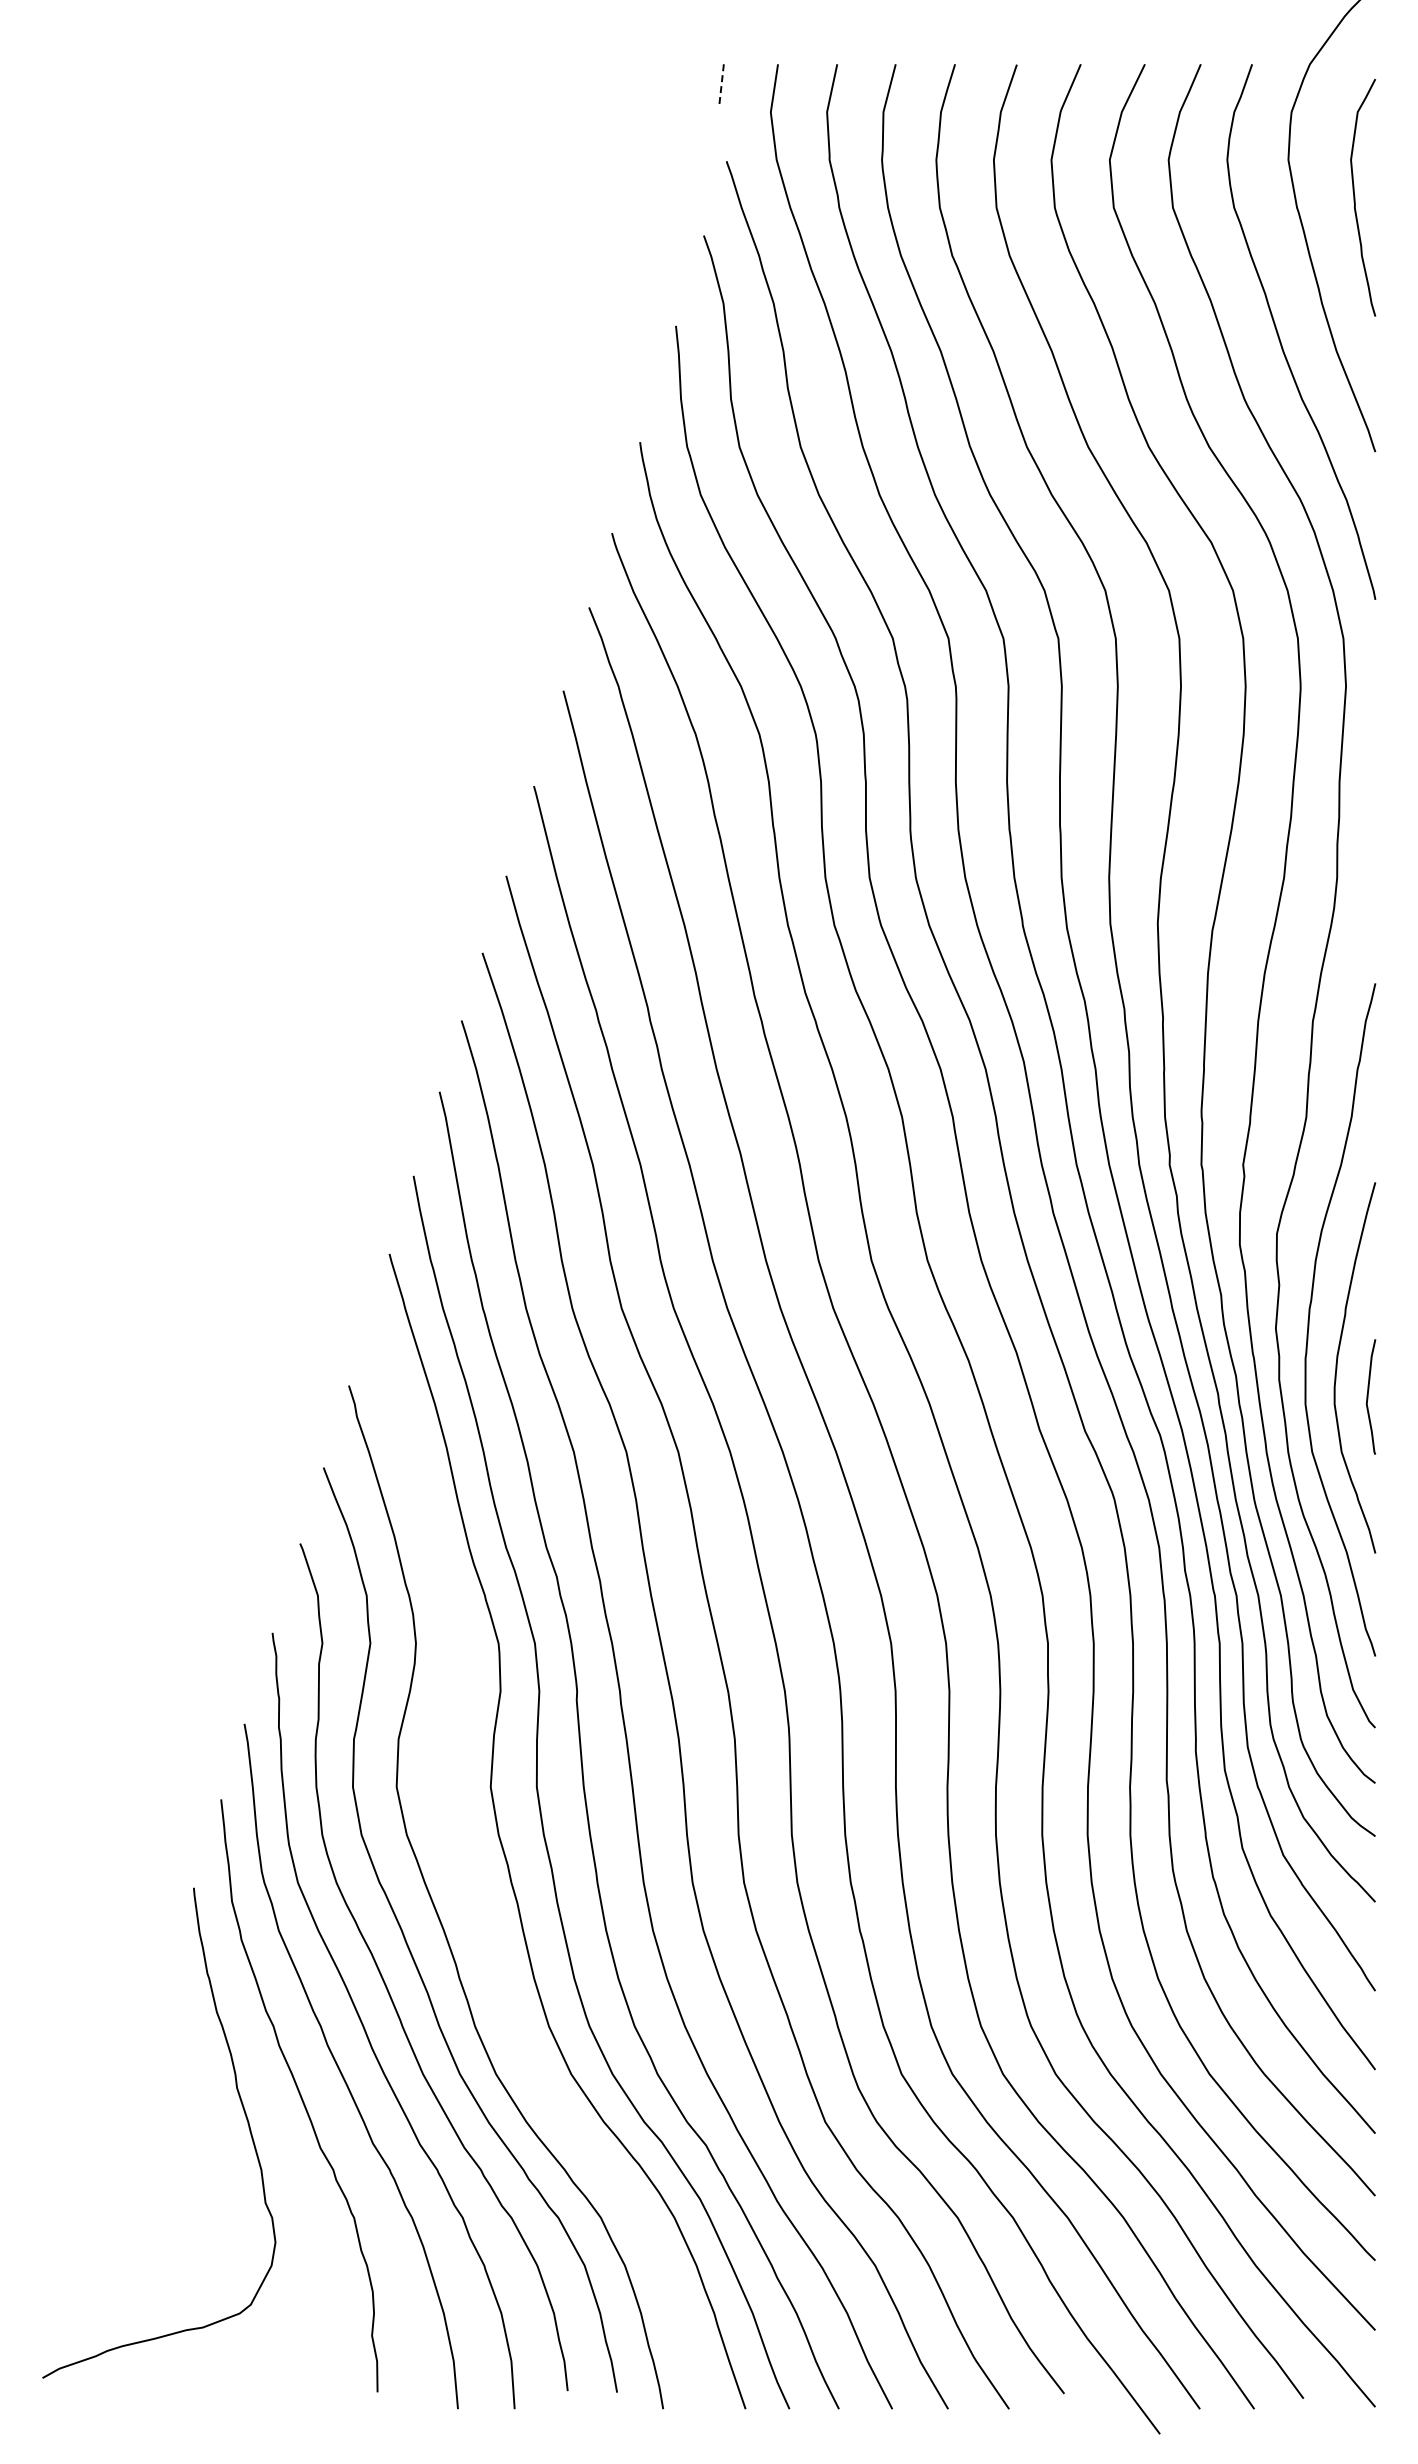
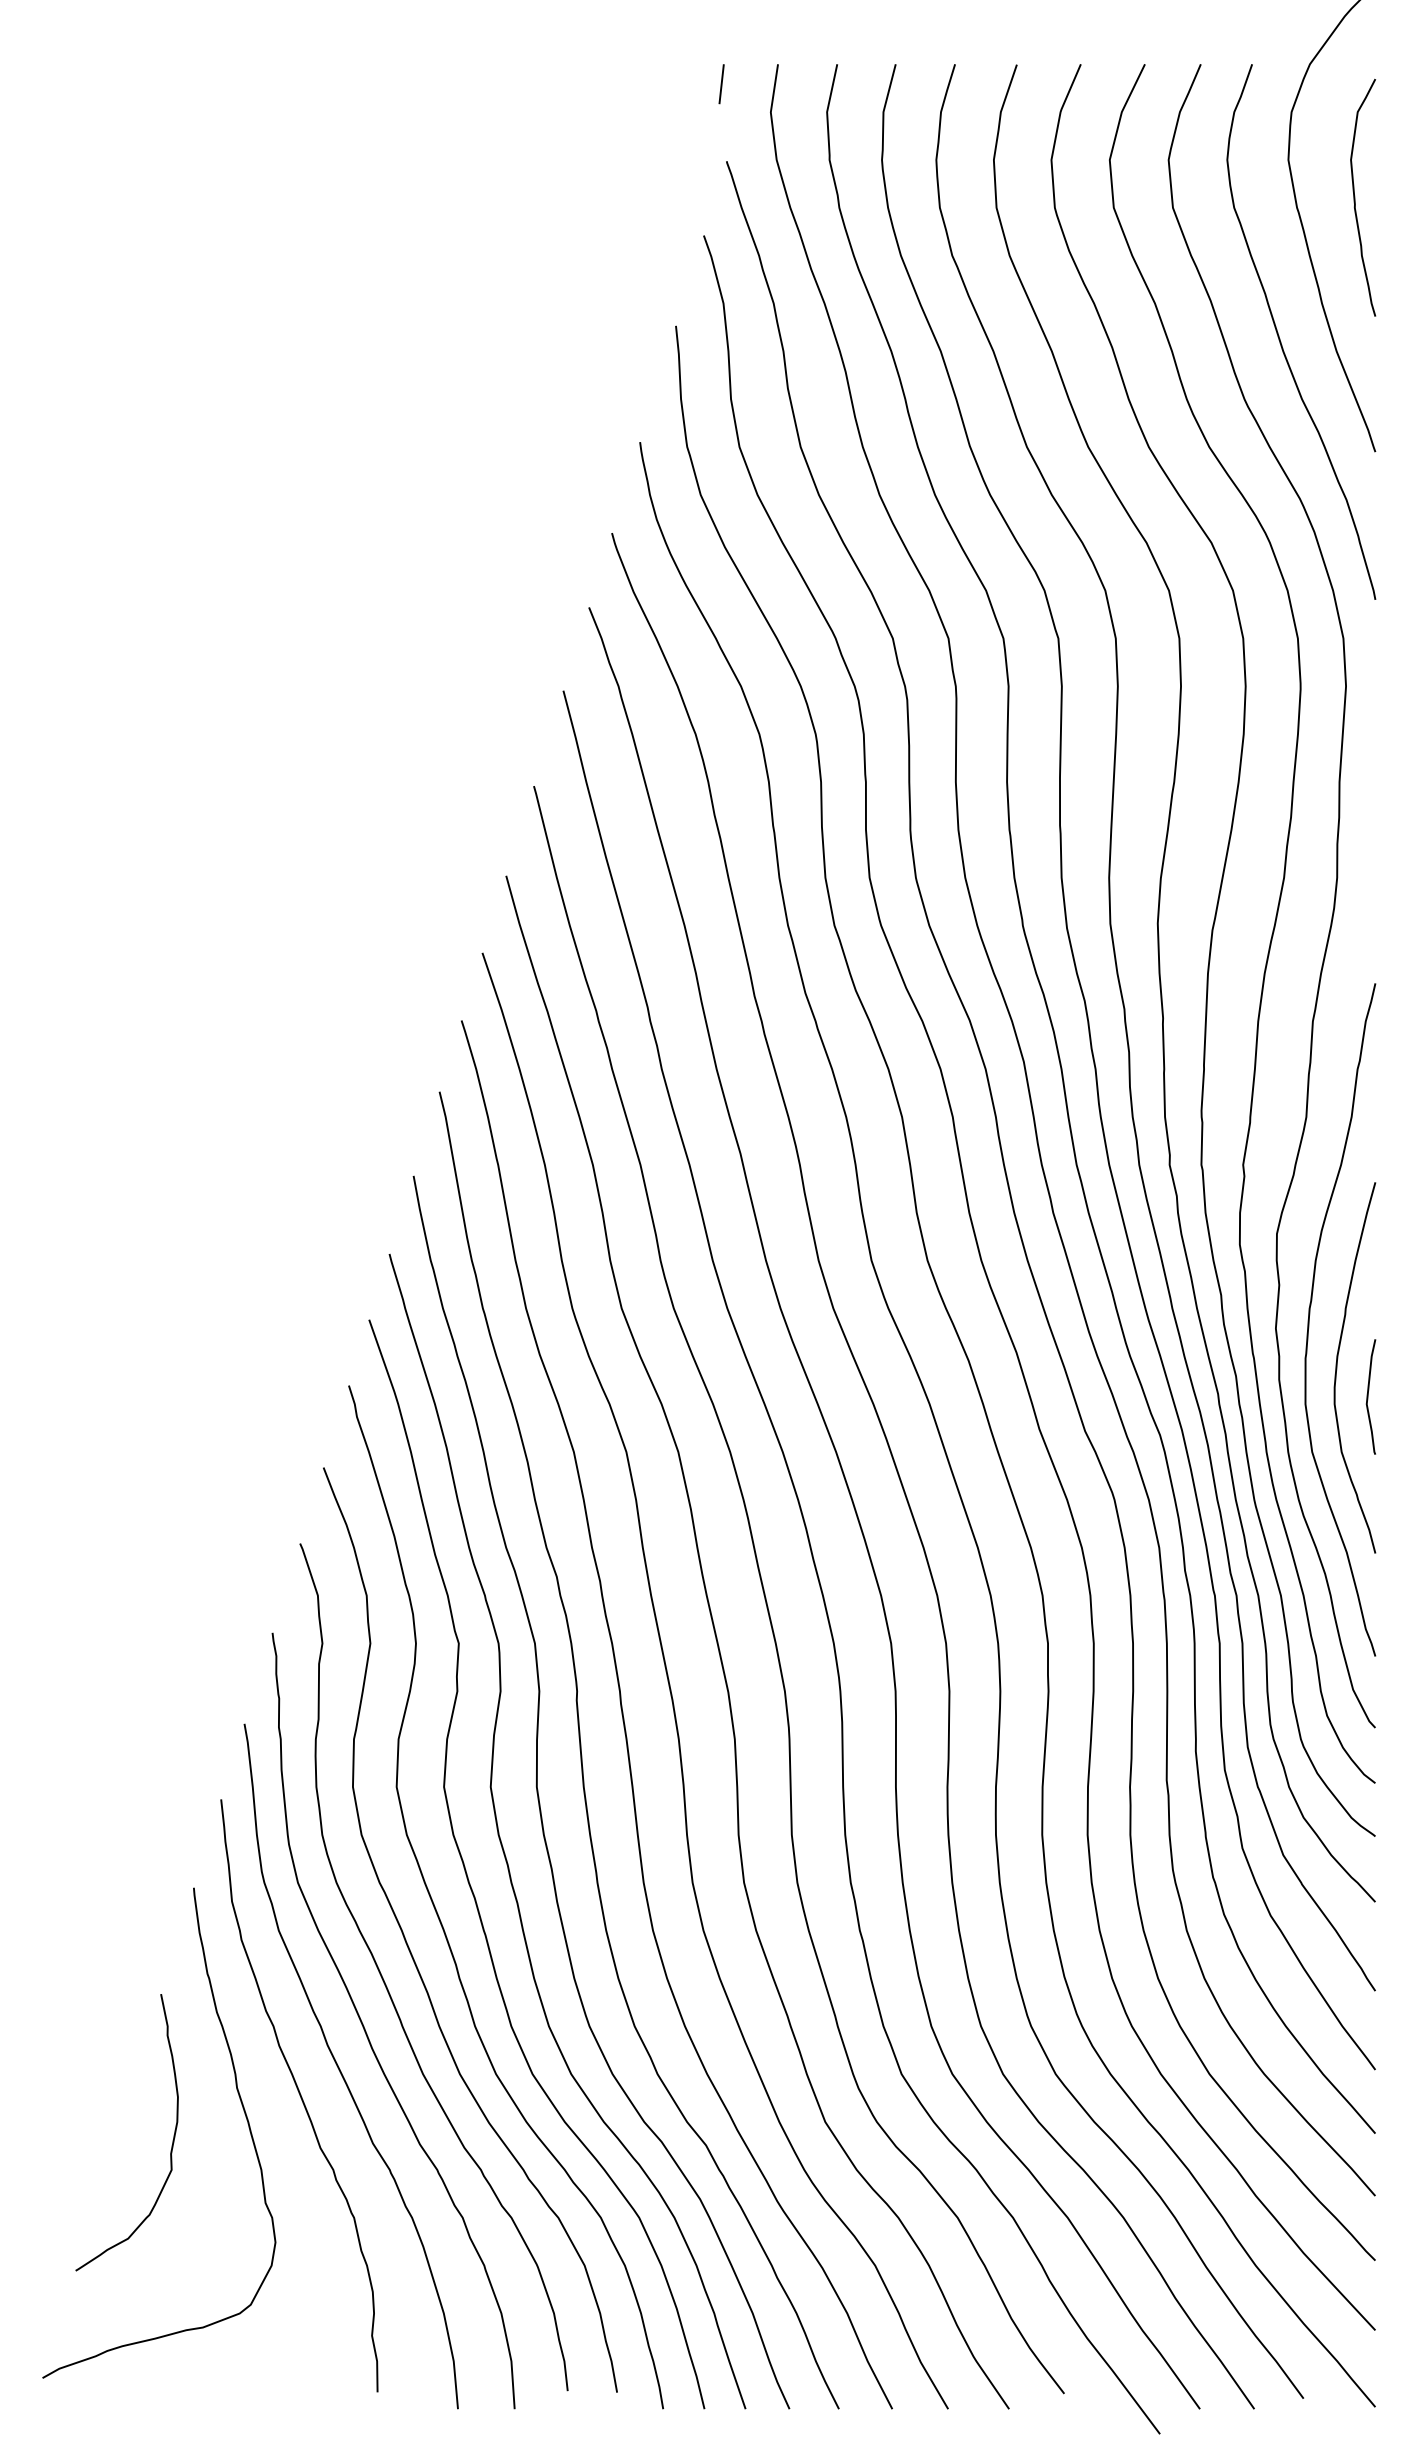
line at (721, 84): dashed -> solid
curve at (472, 1888): none -> present
curve at (172, 2140): none -> present
